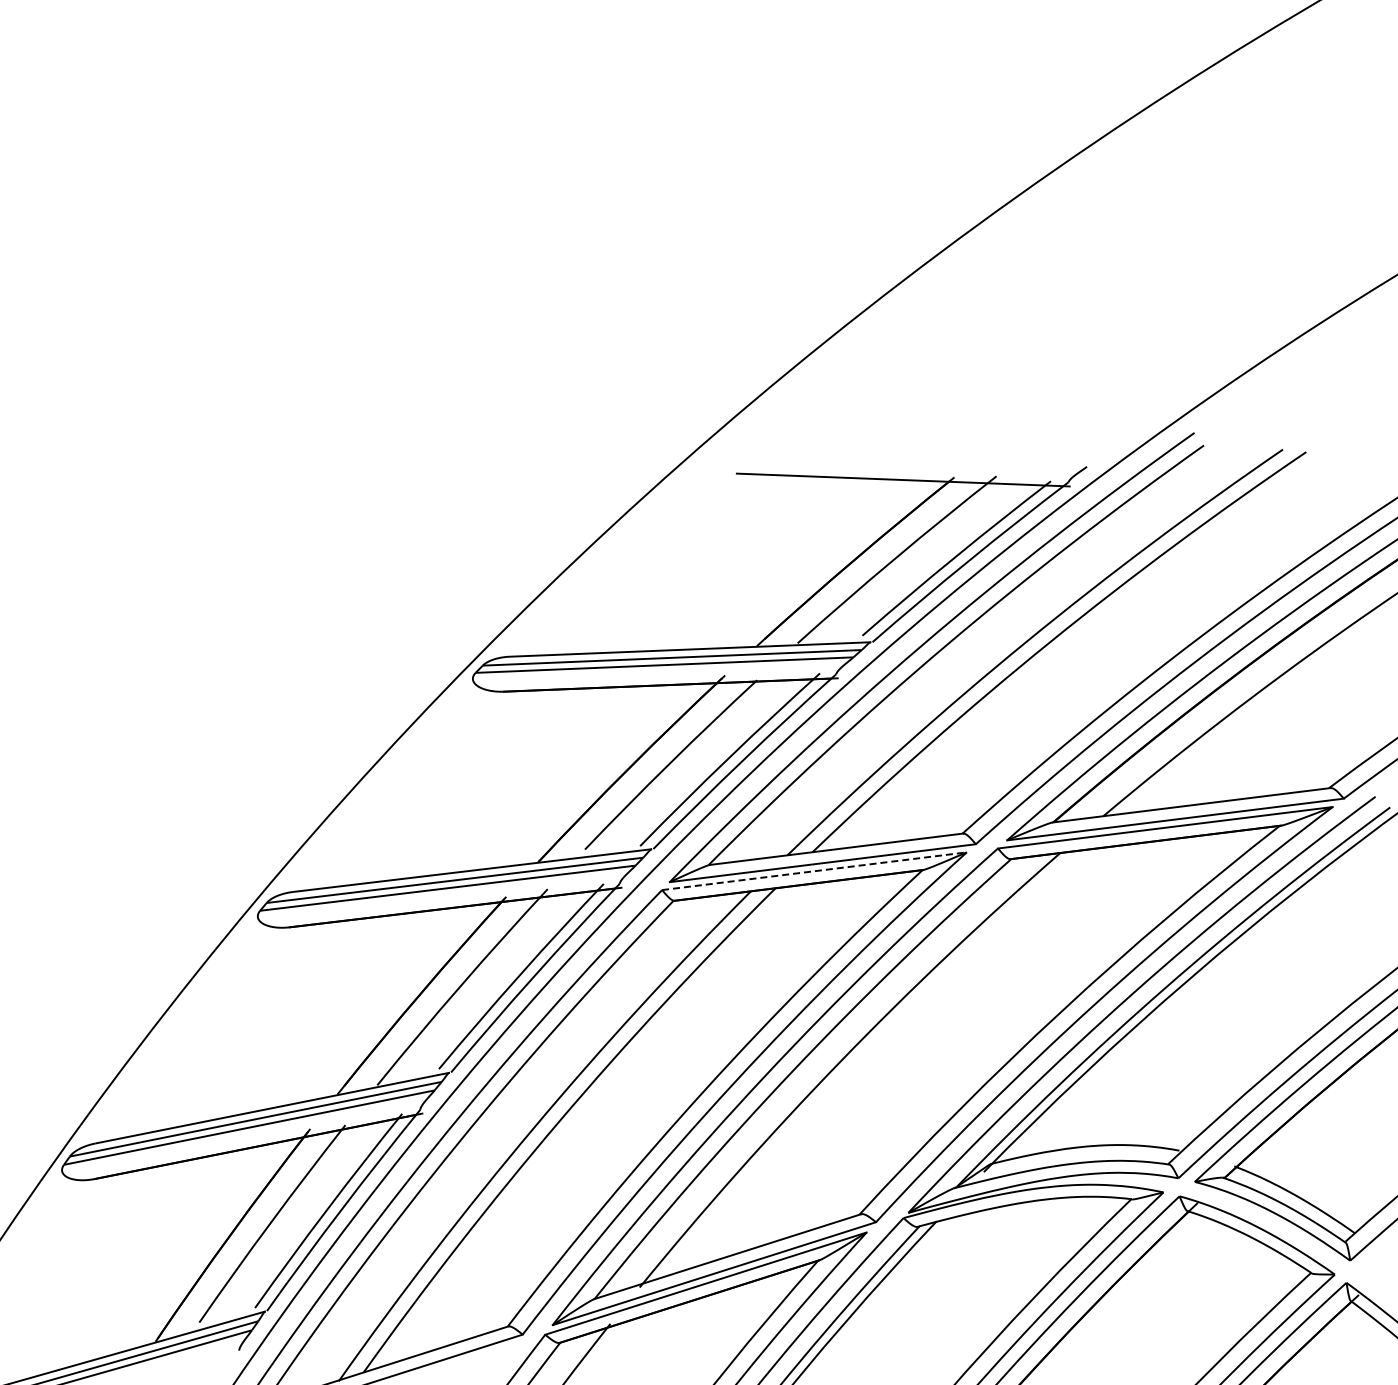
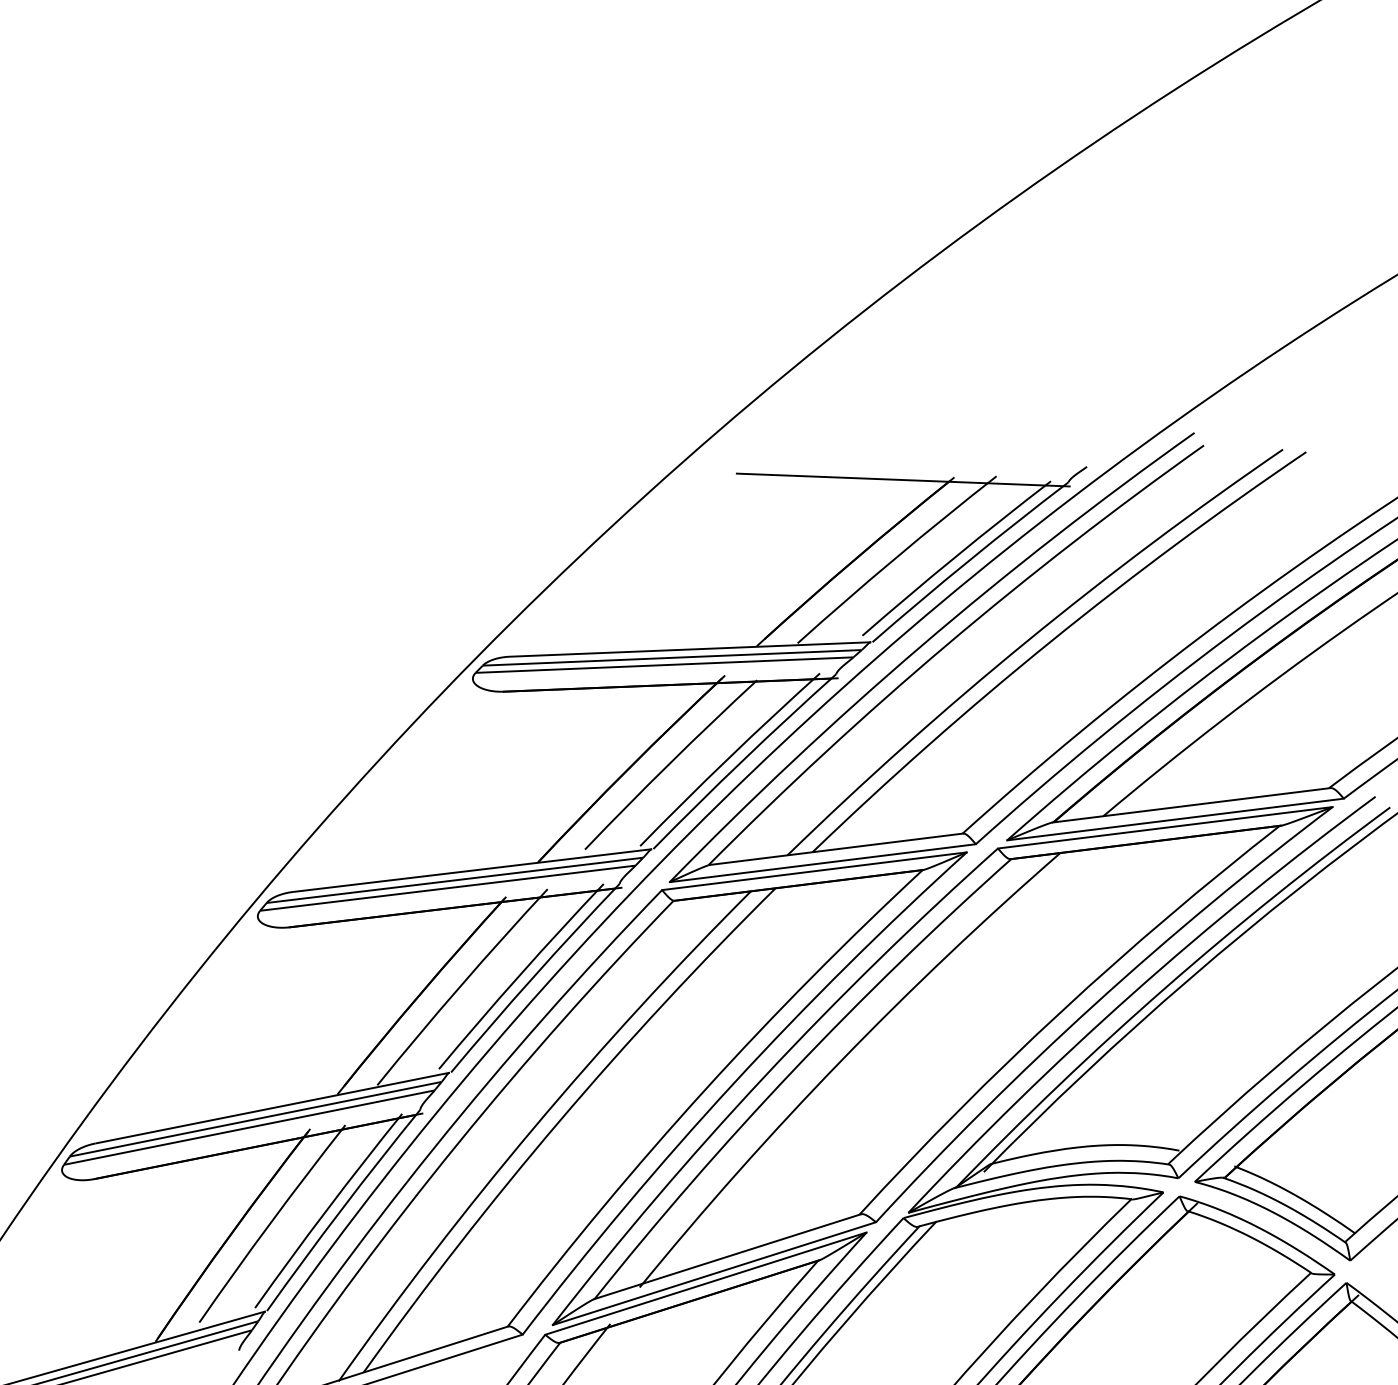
line at (814, 871): dashed -> solid
